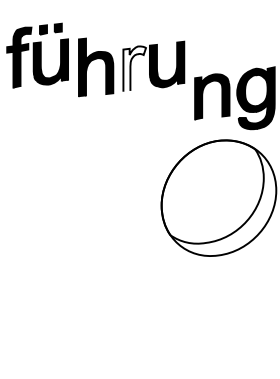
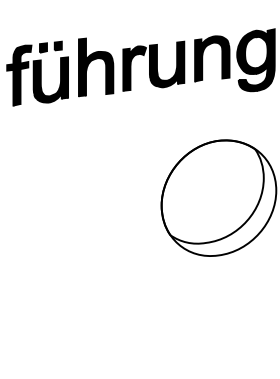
part at (37, 55) position: (37, 55) -> (37, 73)
fill at (134, 68): none -> present
part at (234, 98) position: (234, 98) -> (234, 60)
